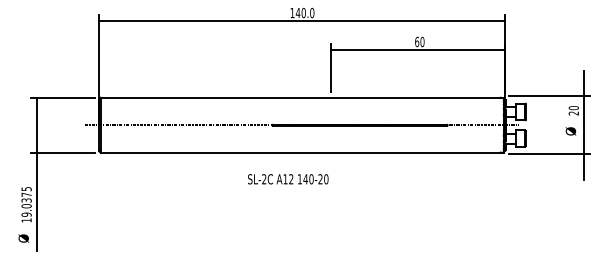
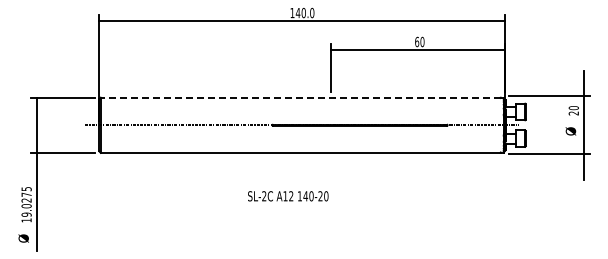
line at (300, 97): solid -> dashed
text at (288, 179) position: (288, 179) -> (288, 196)
text at (26, 200): 19.0375 -> 19.0275
